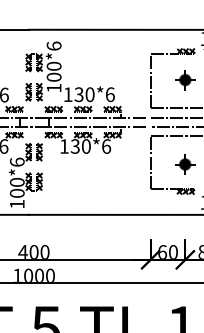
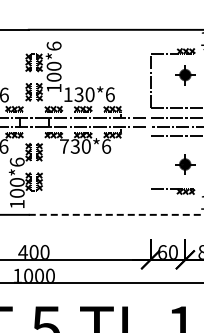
part at (185, 80) position: (185, 80) -> (185, 75)
text at (64, 146): 130*6 -> 730*6
line at (150, 162): present -> none
line at (116, 214): solid -> dashed
